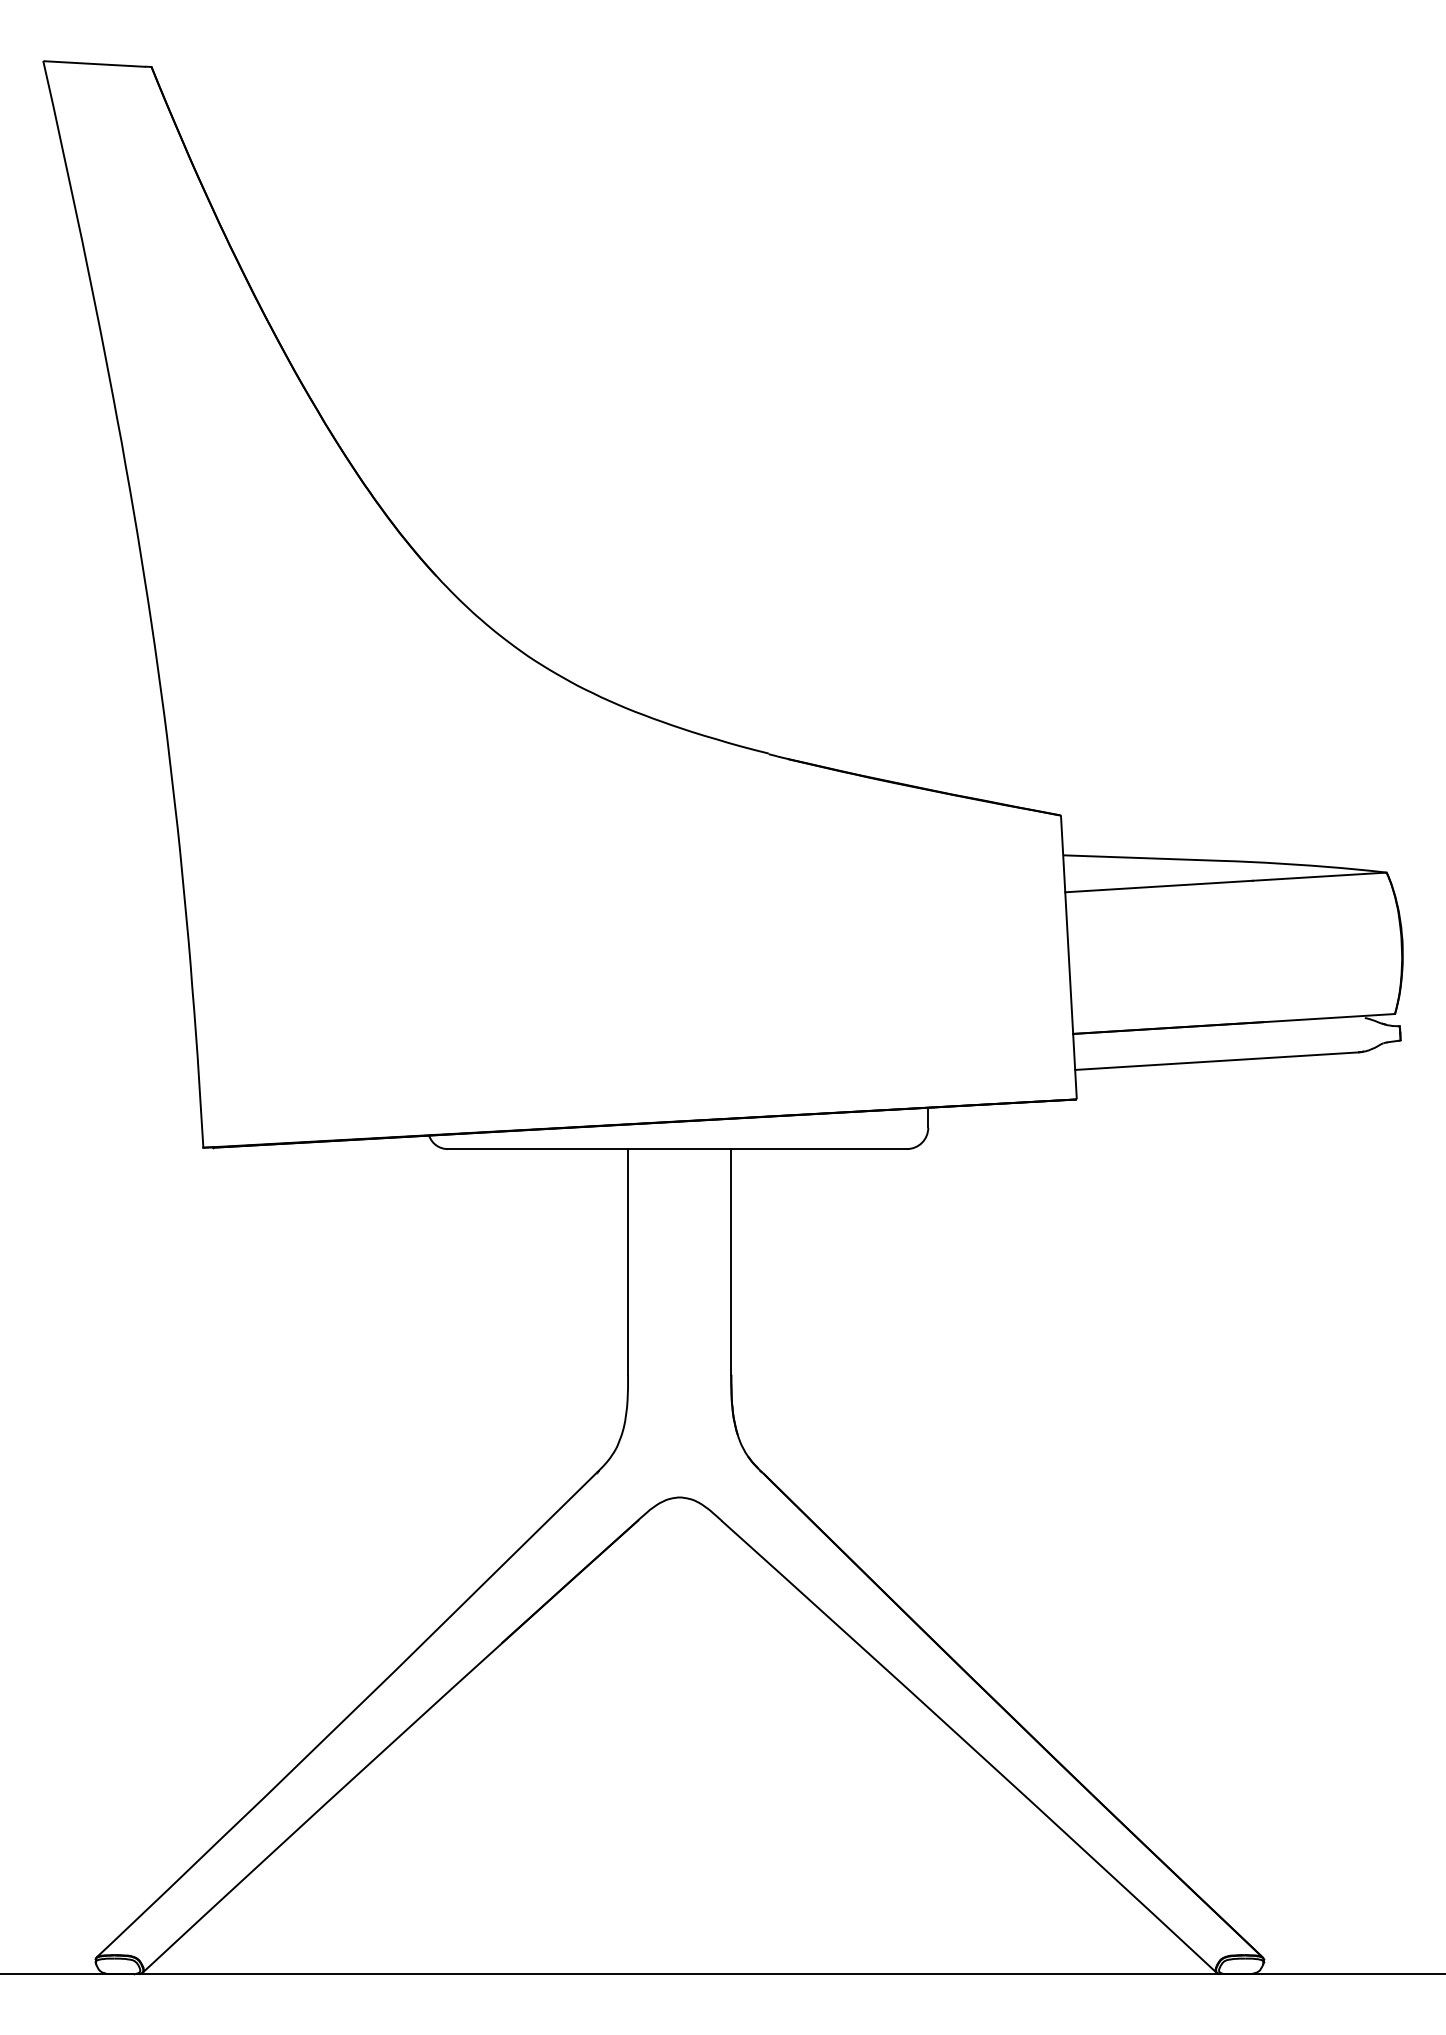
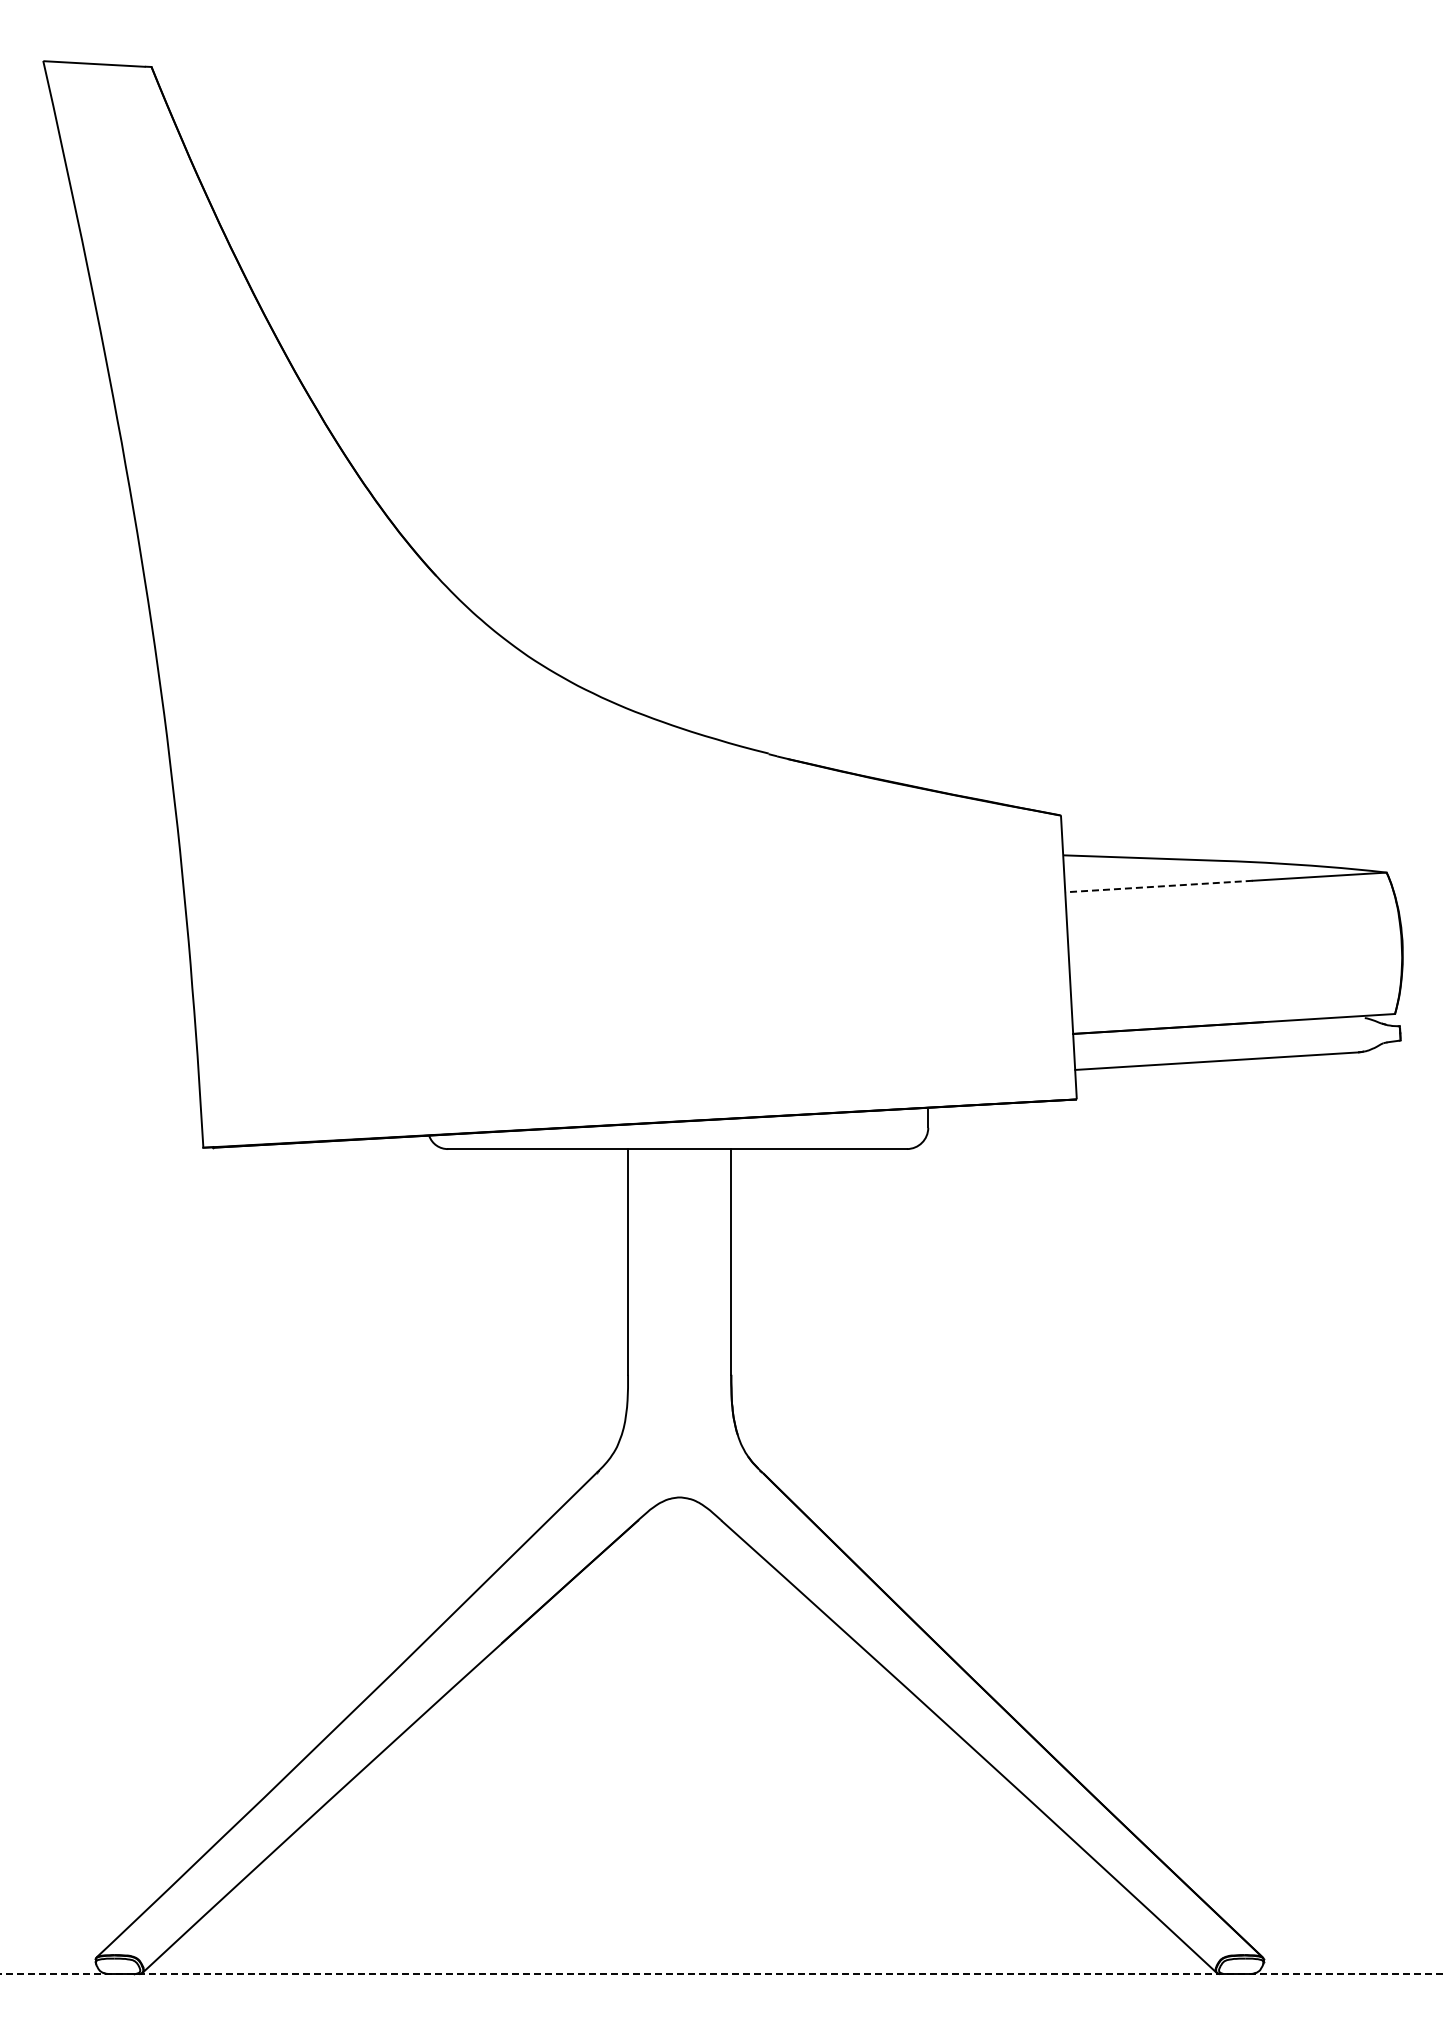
line at (1158, 886): solid -> dashed
line at (723, 1974): solid -> dashed
